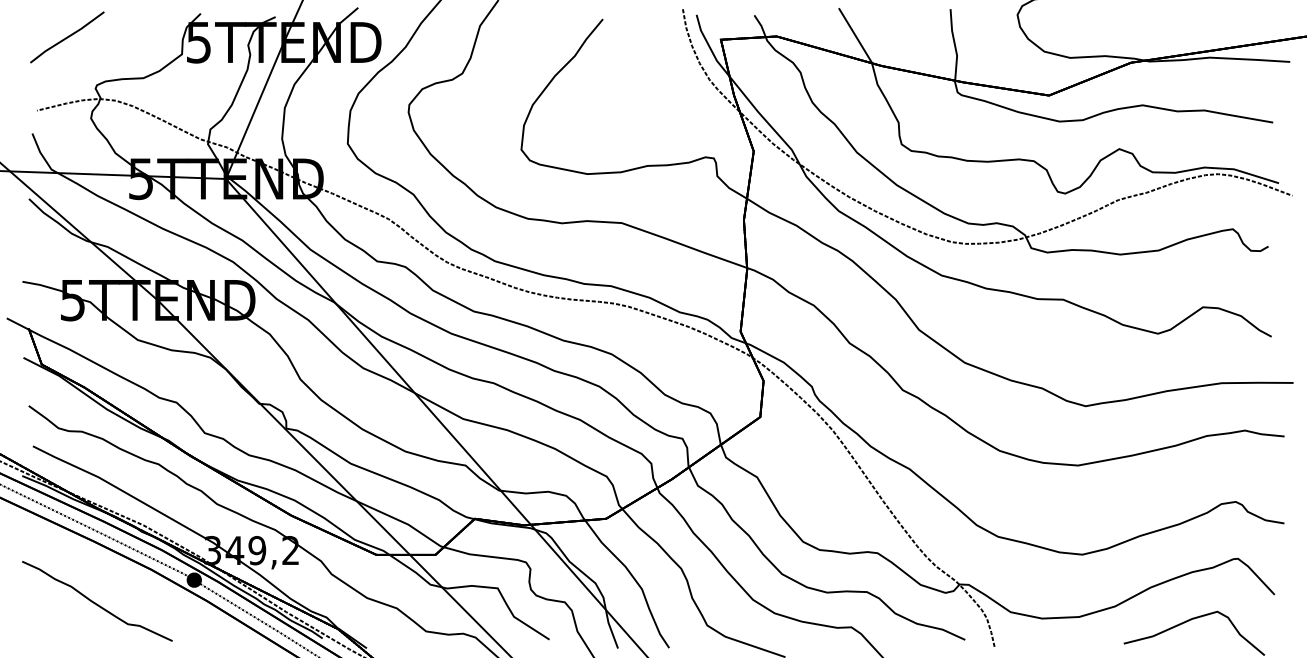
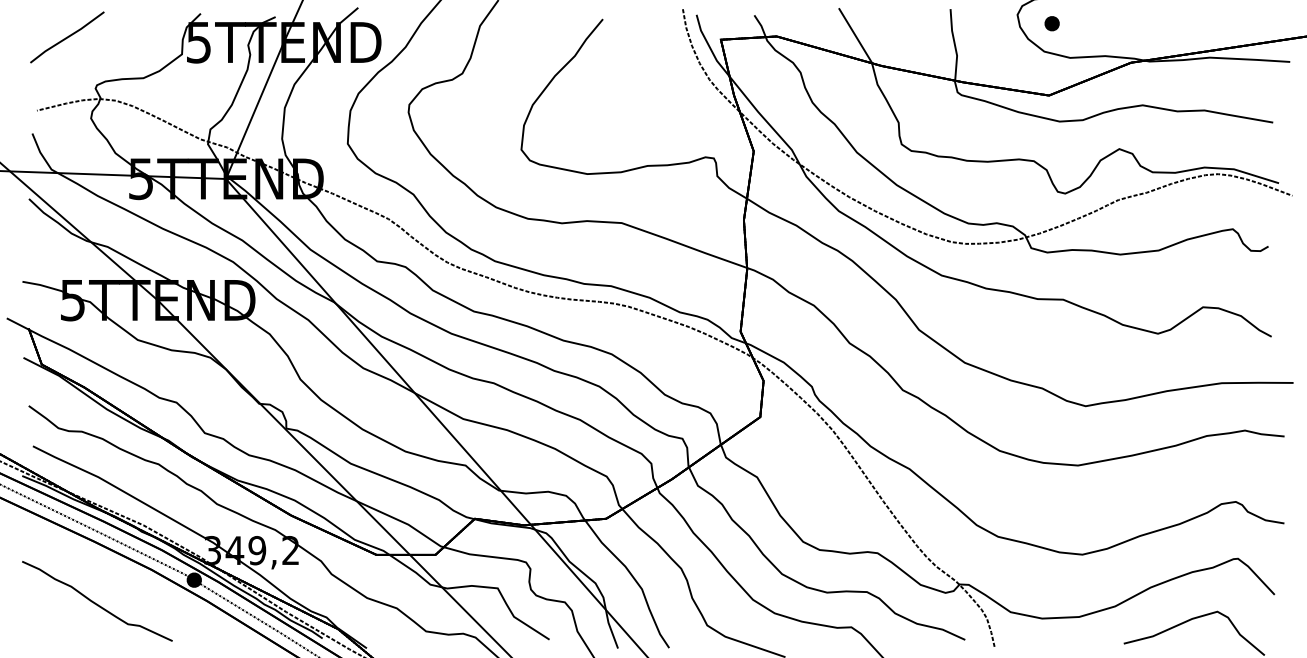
part at (1051, 23): none -> present
